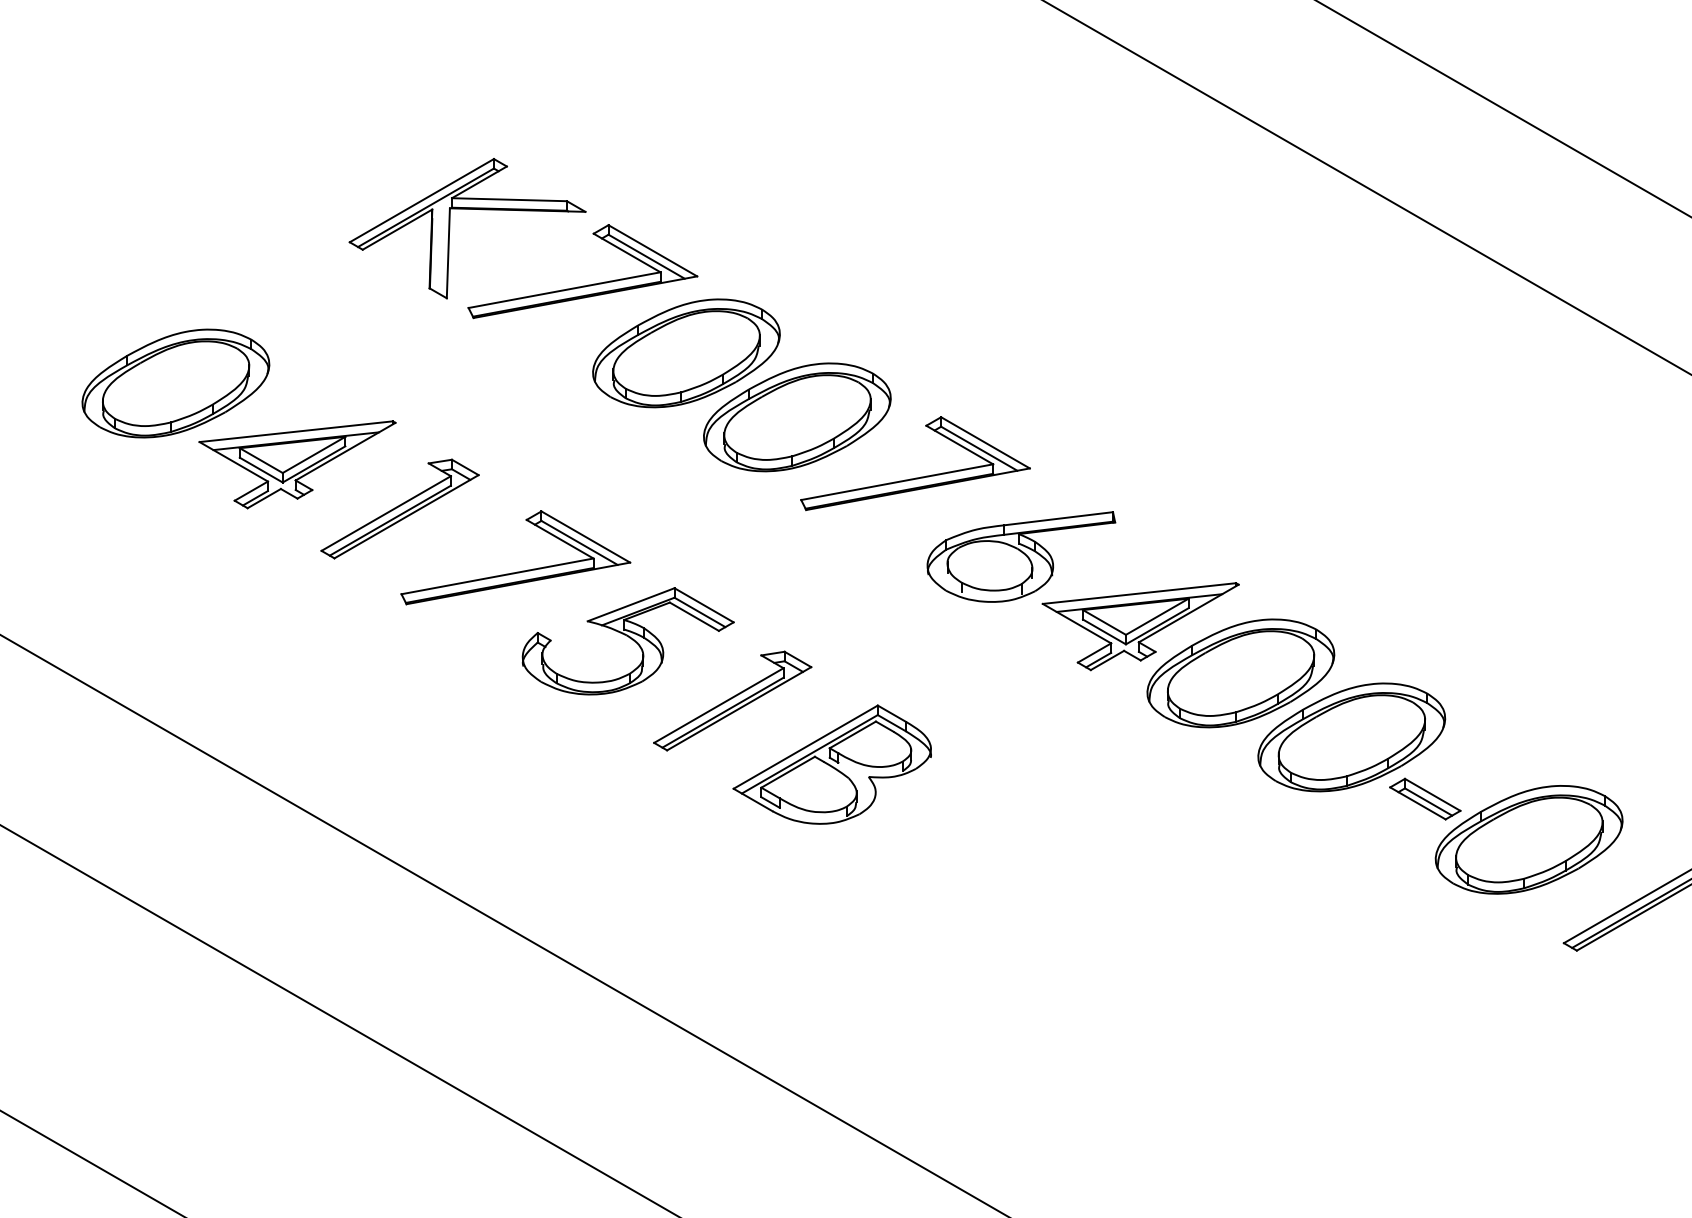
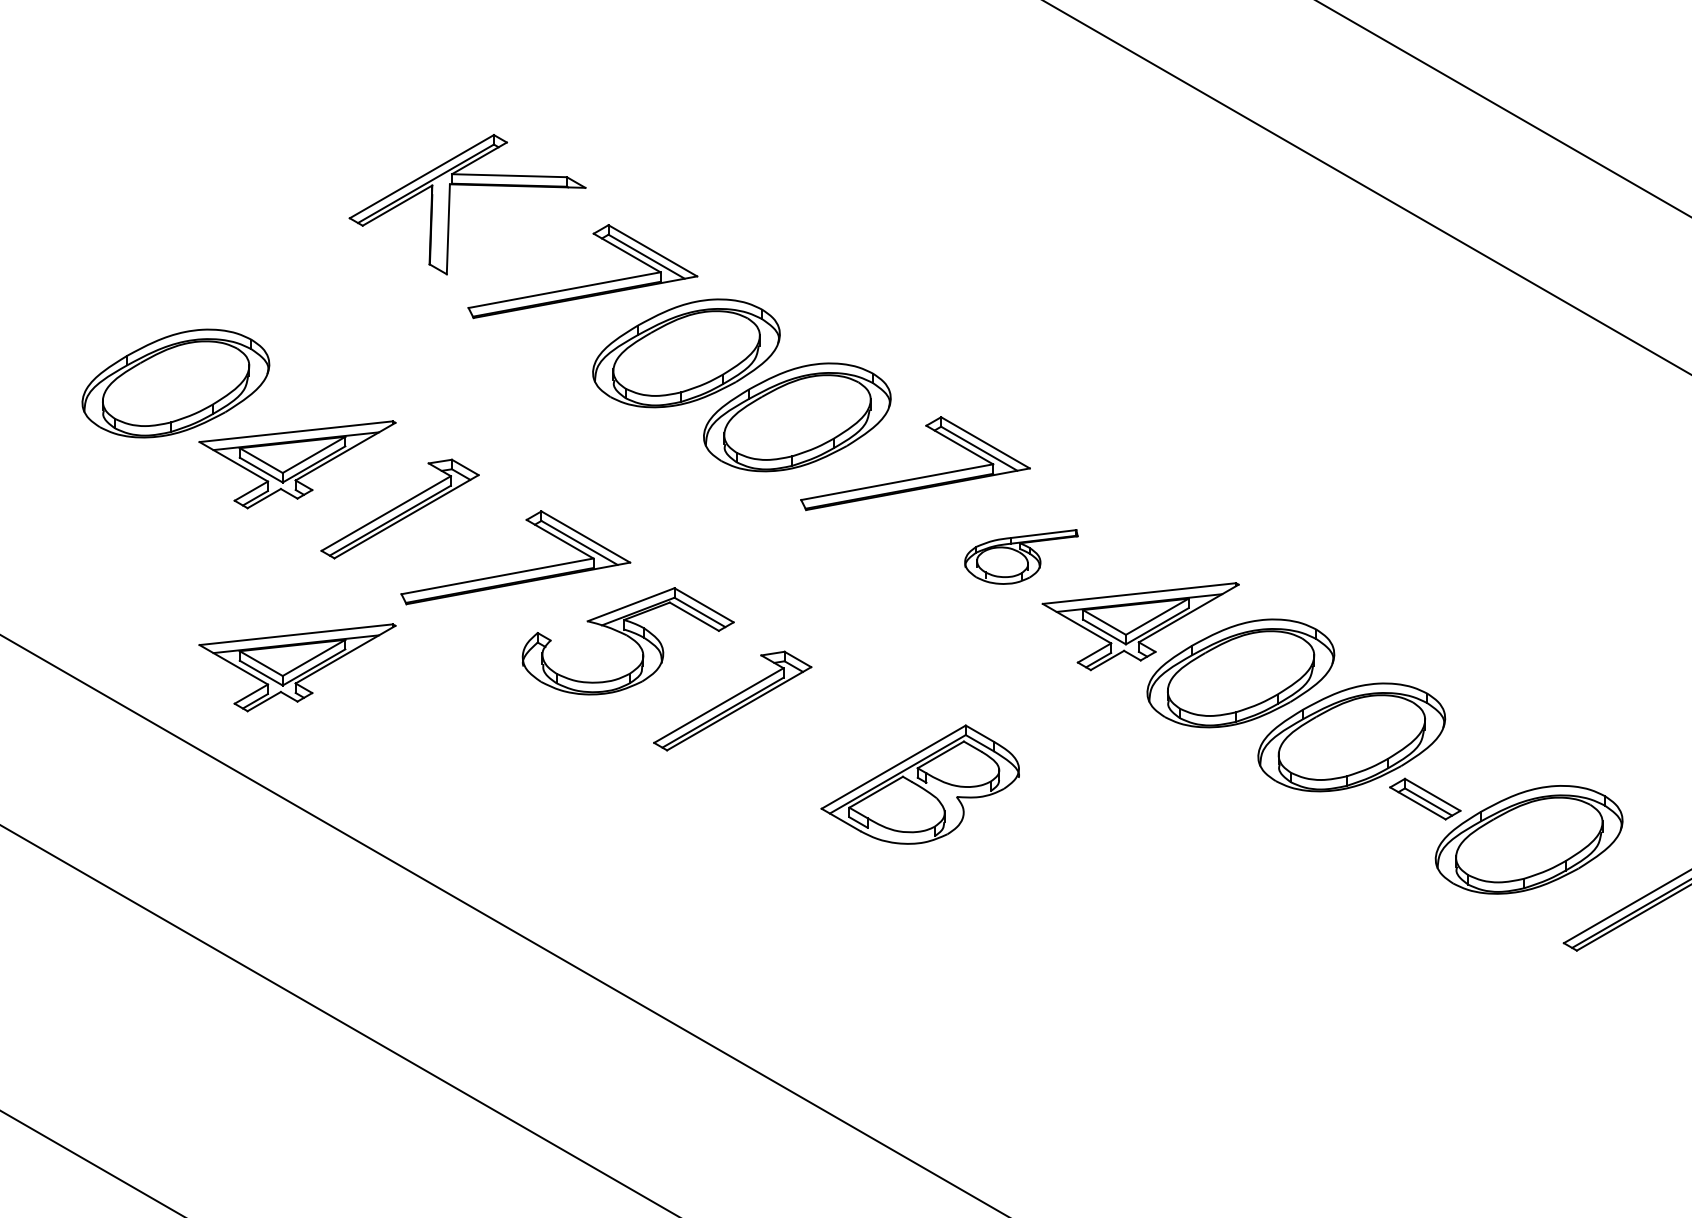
part at (450, 228) position: (450, 228) -> (450, 204)
part at (1021, 556) size: 191x92 px -> 115x56 px
part at (297, 667): none -> present
part at (831, 764) position: (831, 764) -> (919, 784)
